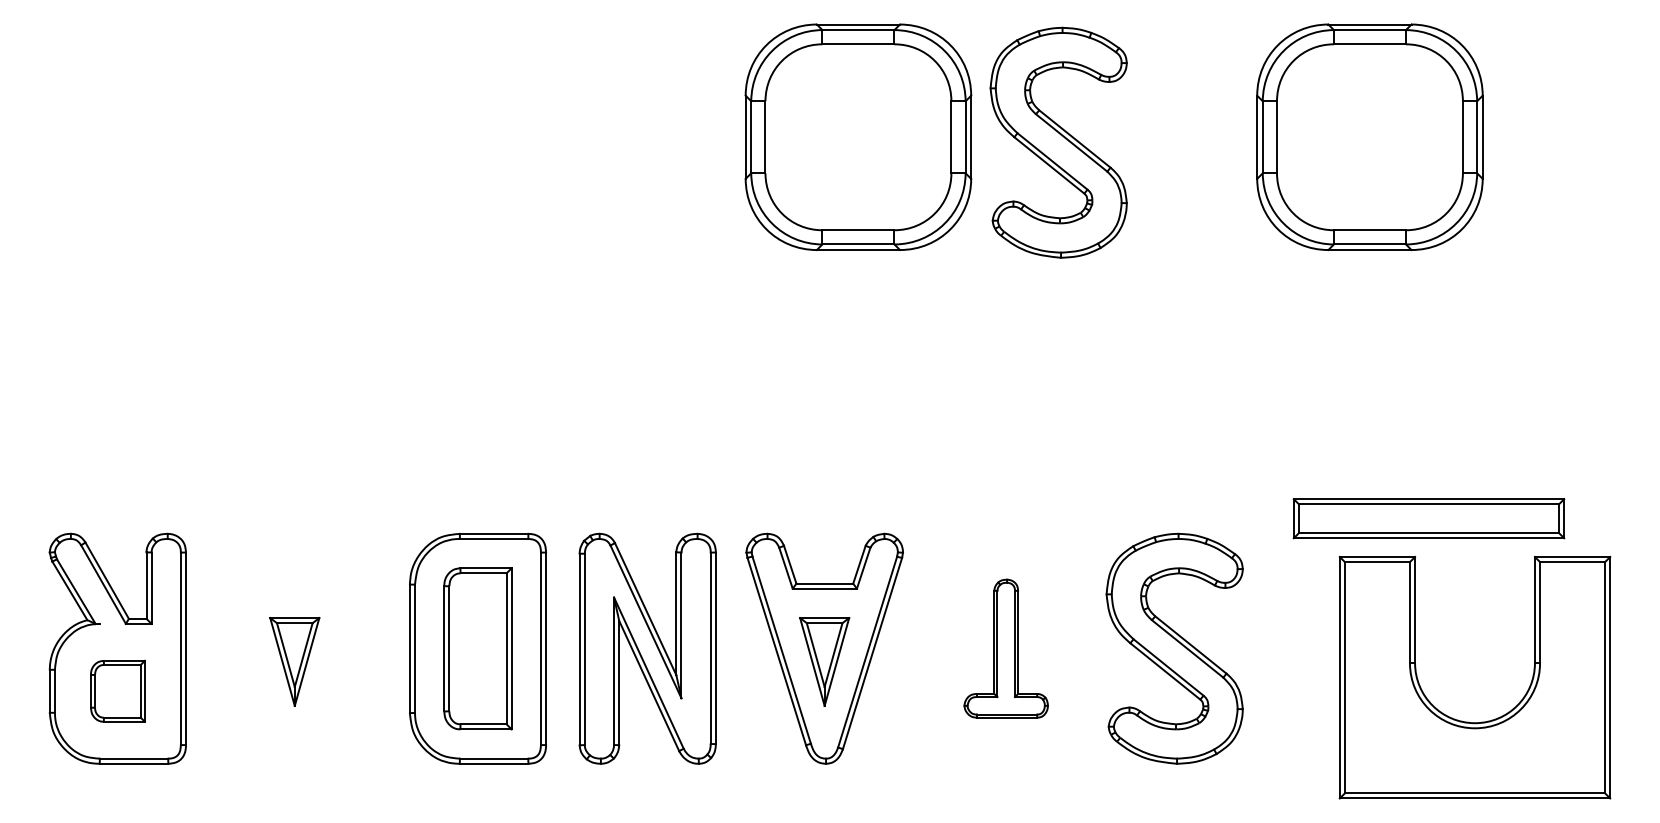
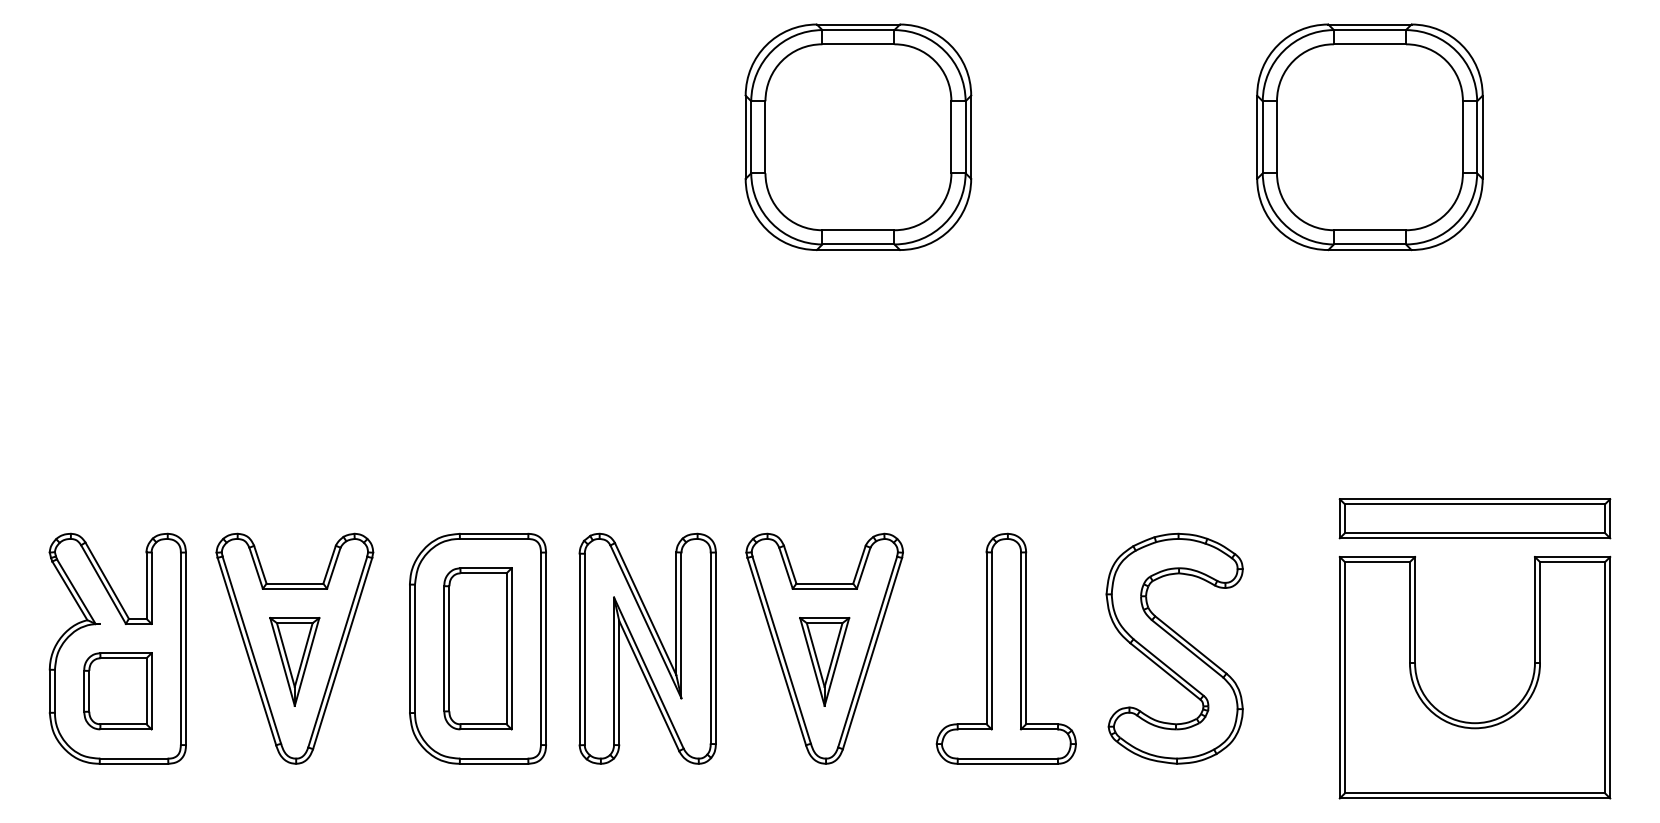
part at (1058, 142): present -> none
part at (1428, 518) position: (1428, 518) -> (1474, 518)
part at (294, 648): none -> present
part at (1005, 648) size: 86x141 px -> 142x233 px
part at (117, 690) size: 56x64 px -> 70x79 px
